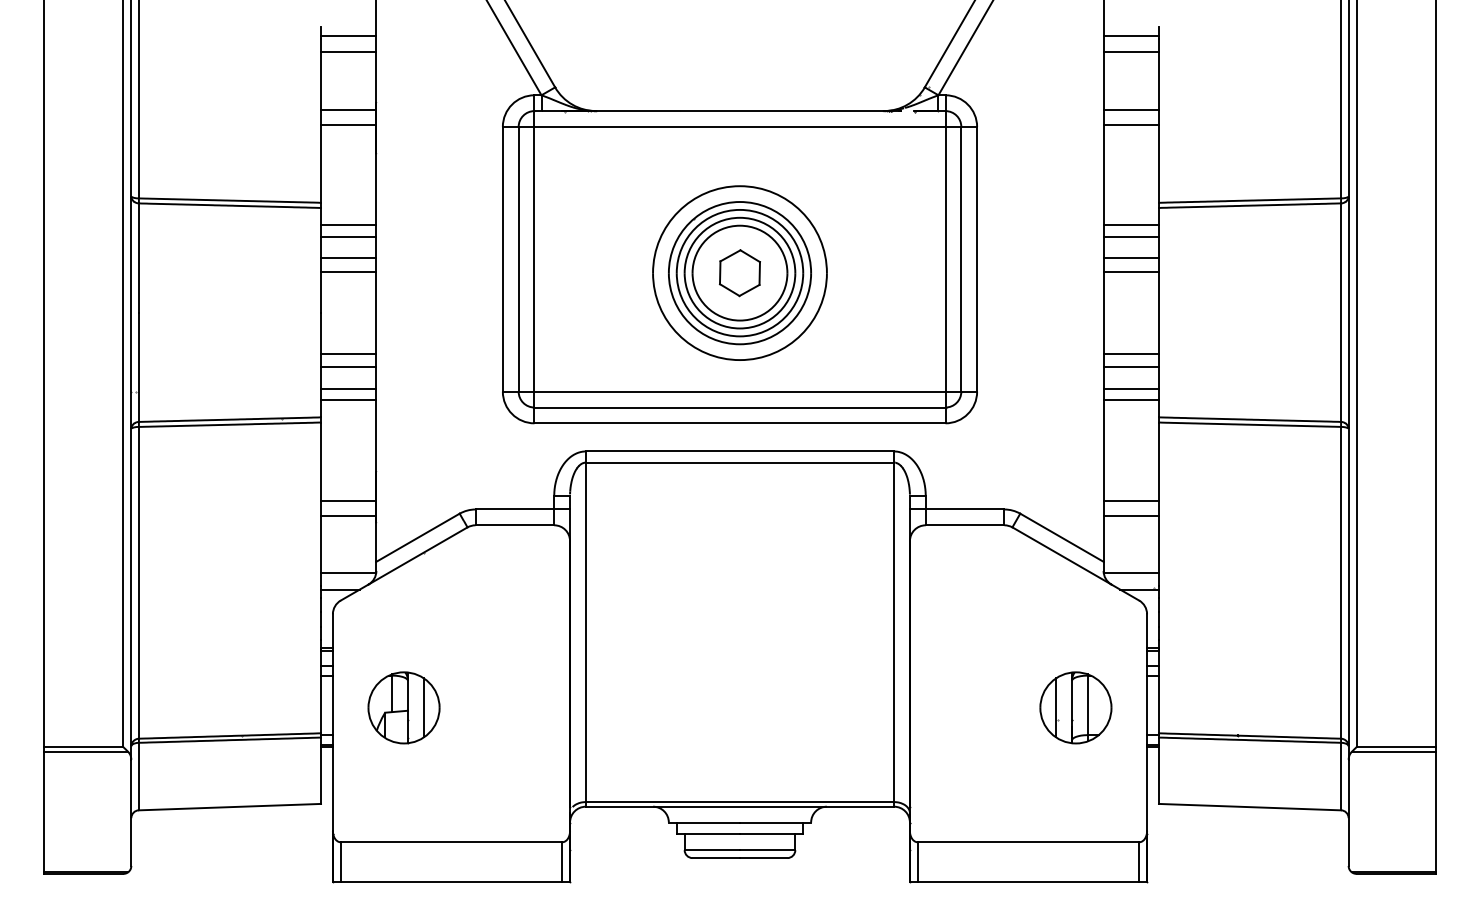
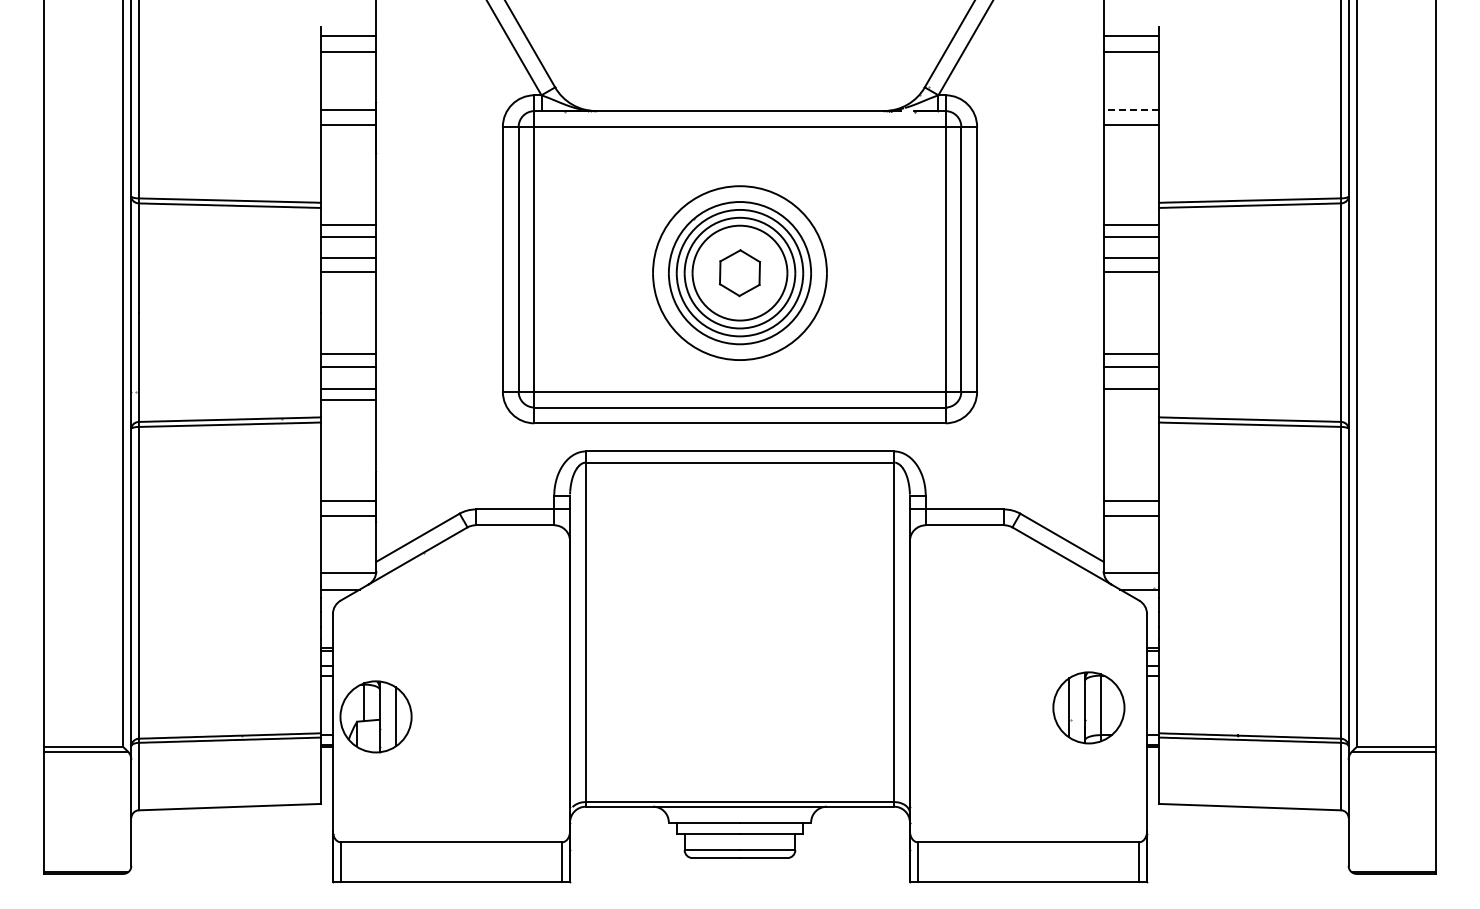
line at (1131, 109): solid -> dashed
line at (1130, 399): present -> none
part at (403, 707) position: (403, 707) -> (375, 716)
part at (1075, 707) position: (1075, 707) -> (1088, 707)
